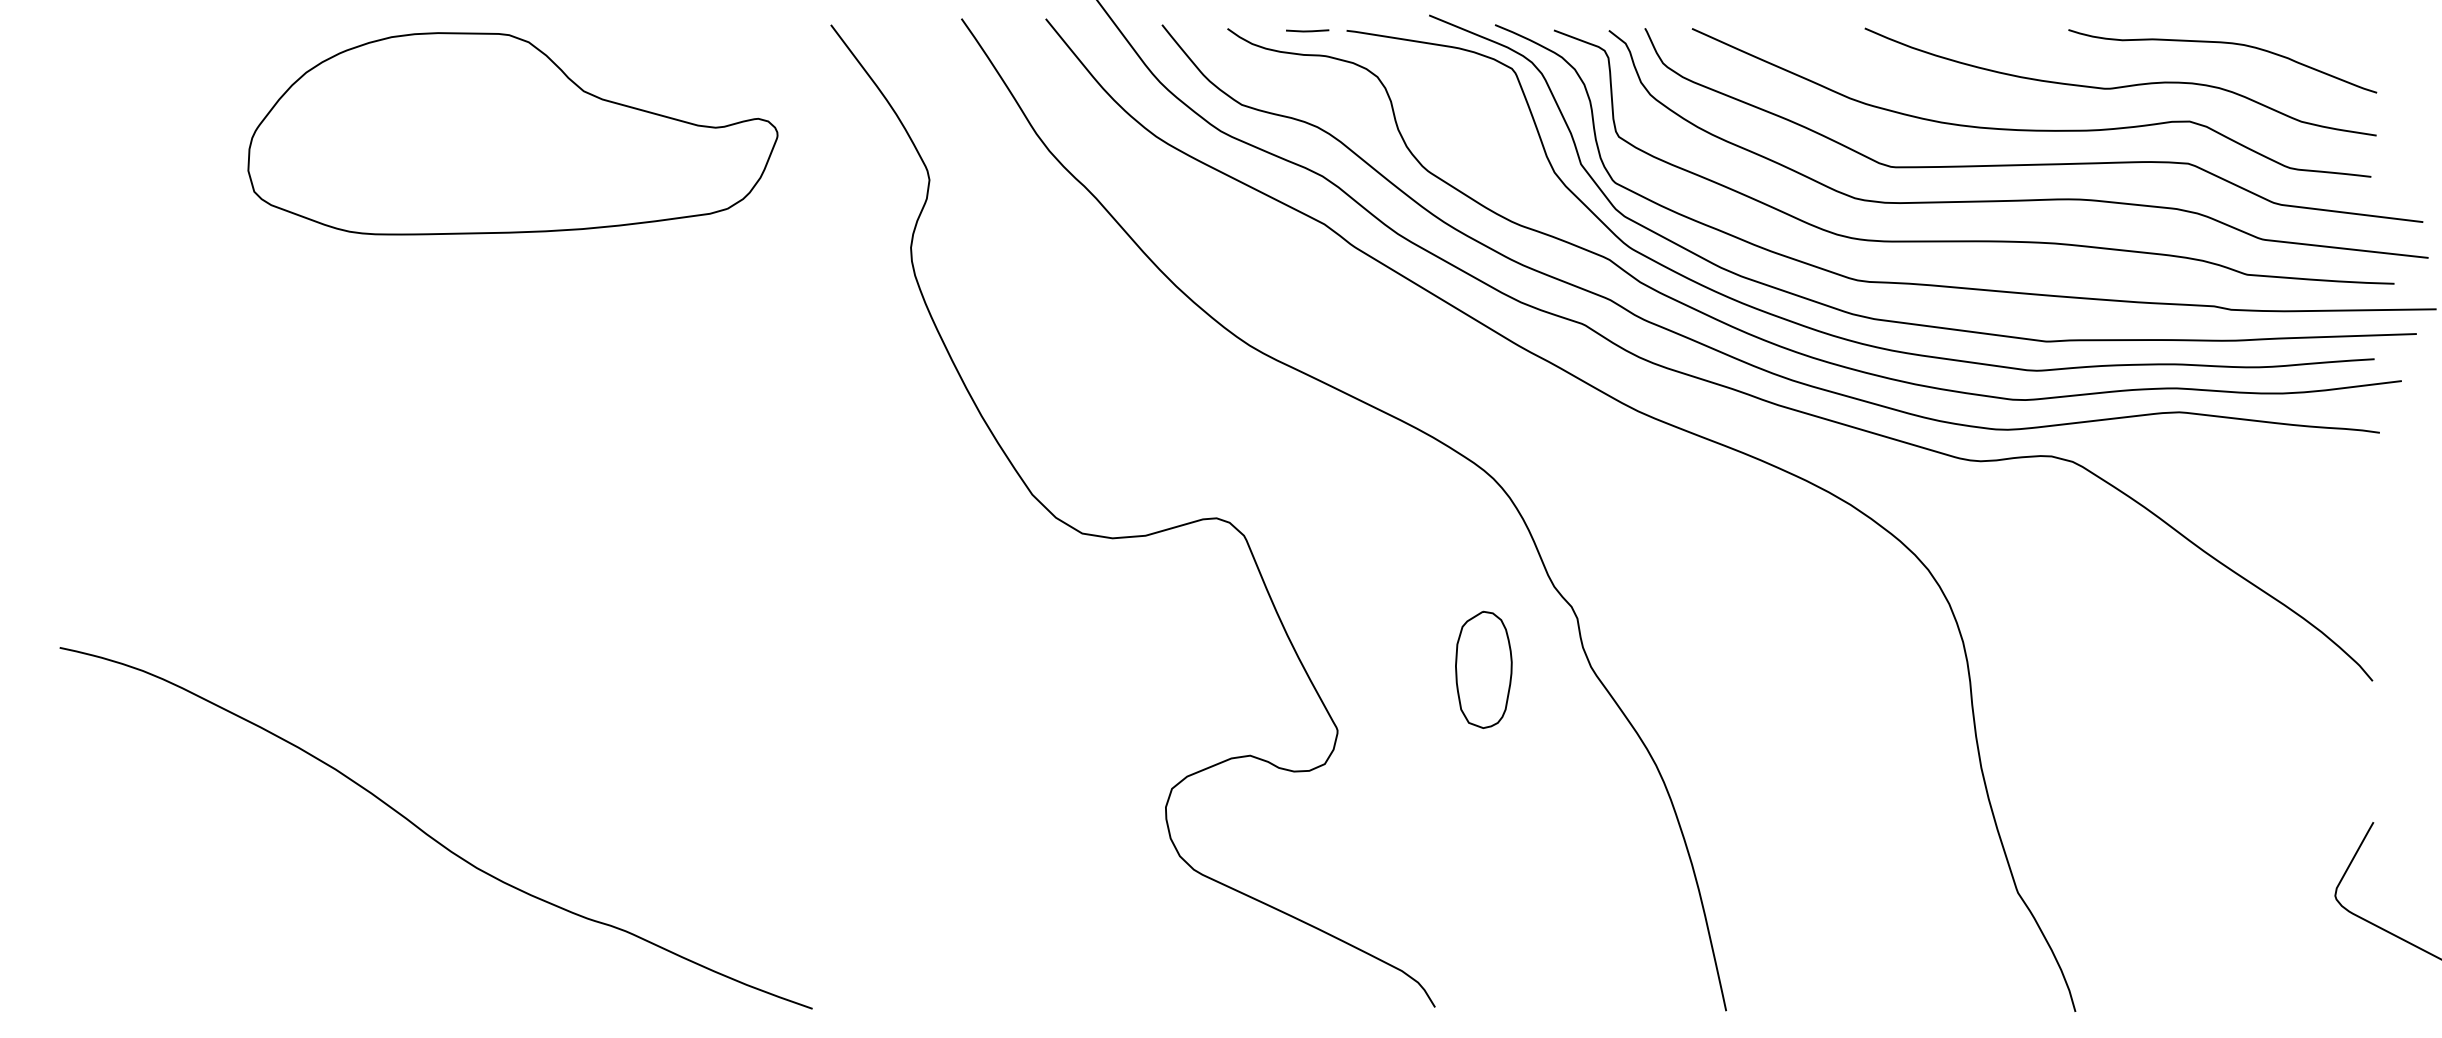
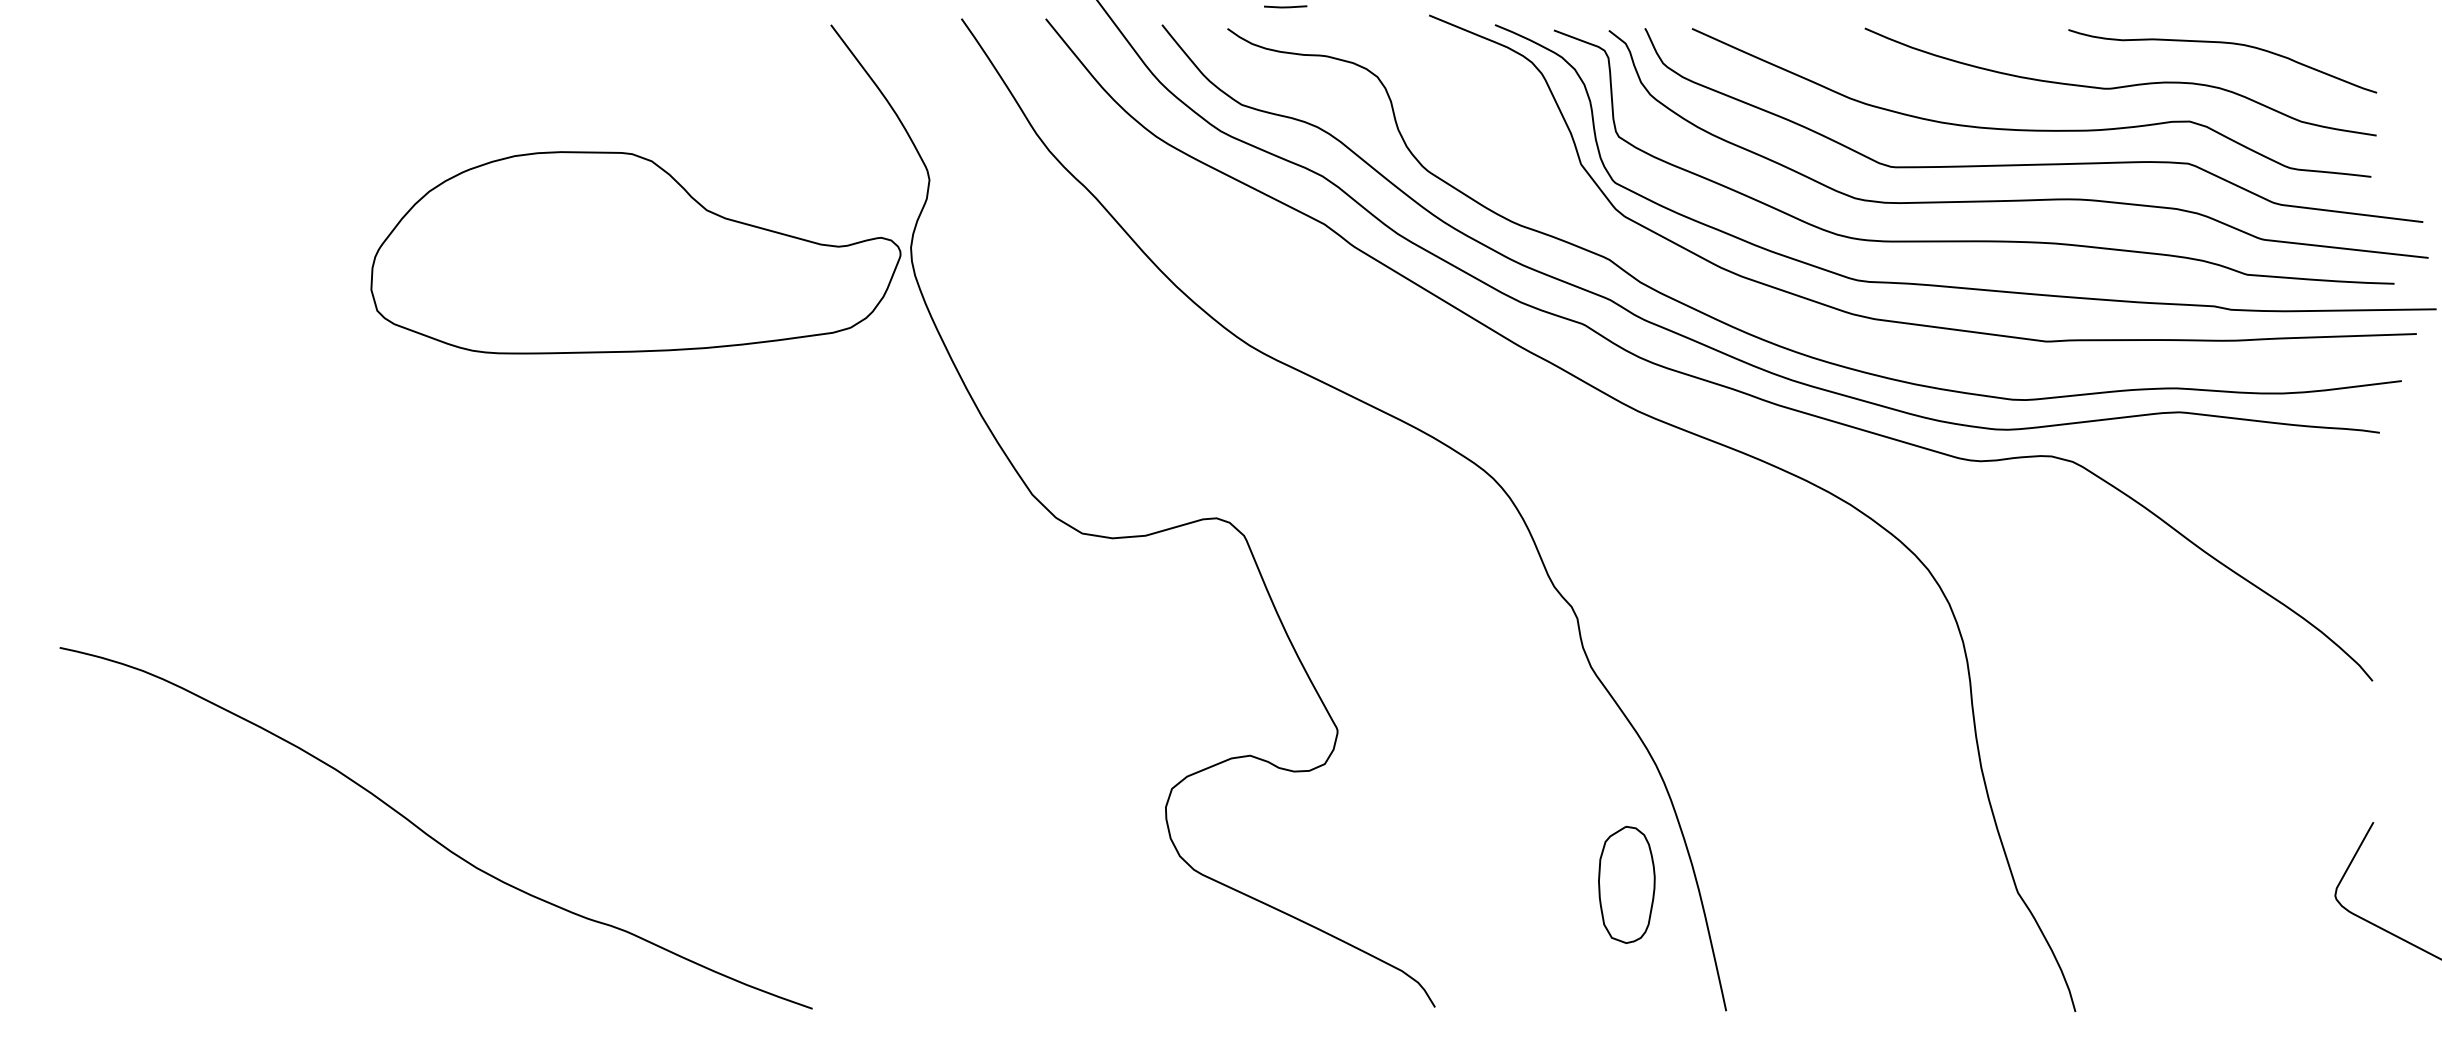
line at (1307, 30) position: (1307, 30) -> (1285, 6)
part at (512, 133) position: (512, 133) -> (635, 252)
curve at (1817, 329): present -> none
part at (1483, 669) position: (1483, 669) -> (1626, 884)
